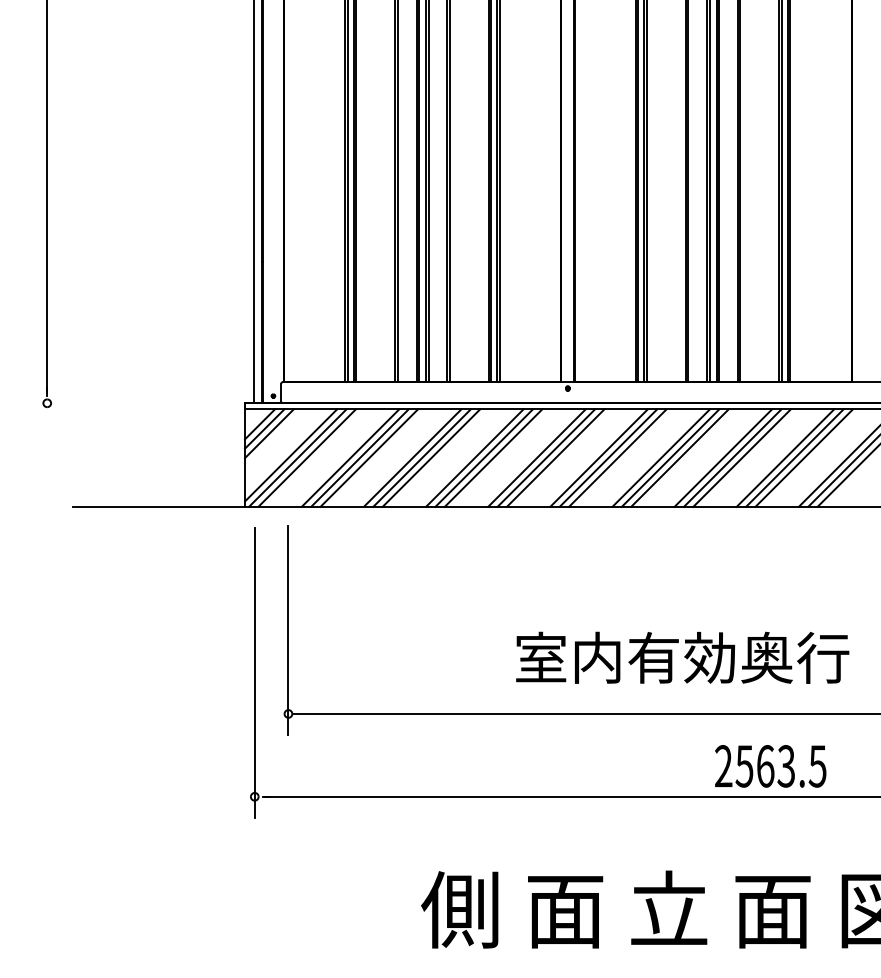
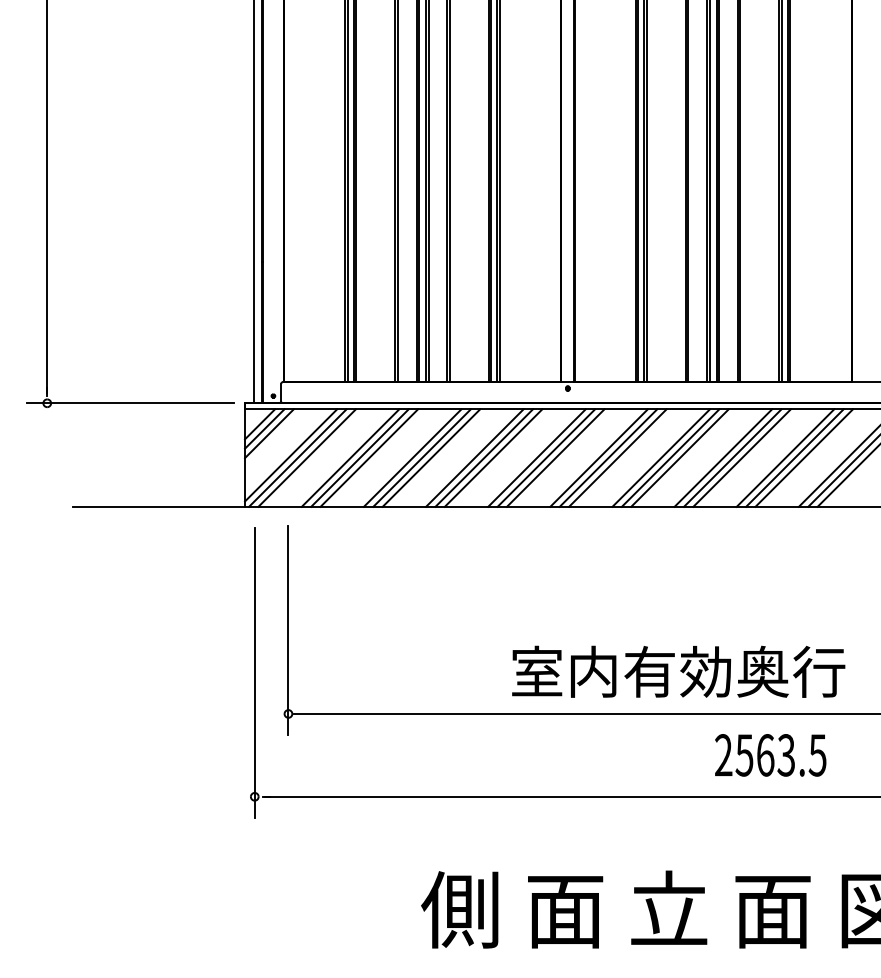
line at (129, 403): none -> present
text at (682, 657) position: (682, 657) -> (678, 671)
text at (770, 766) position: (770, 766) -> (770, 755)
